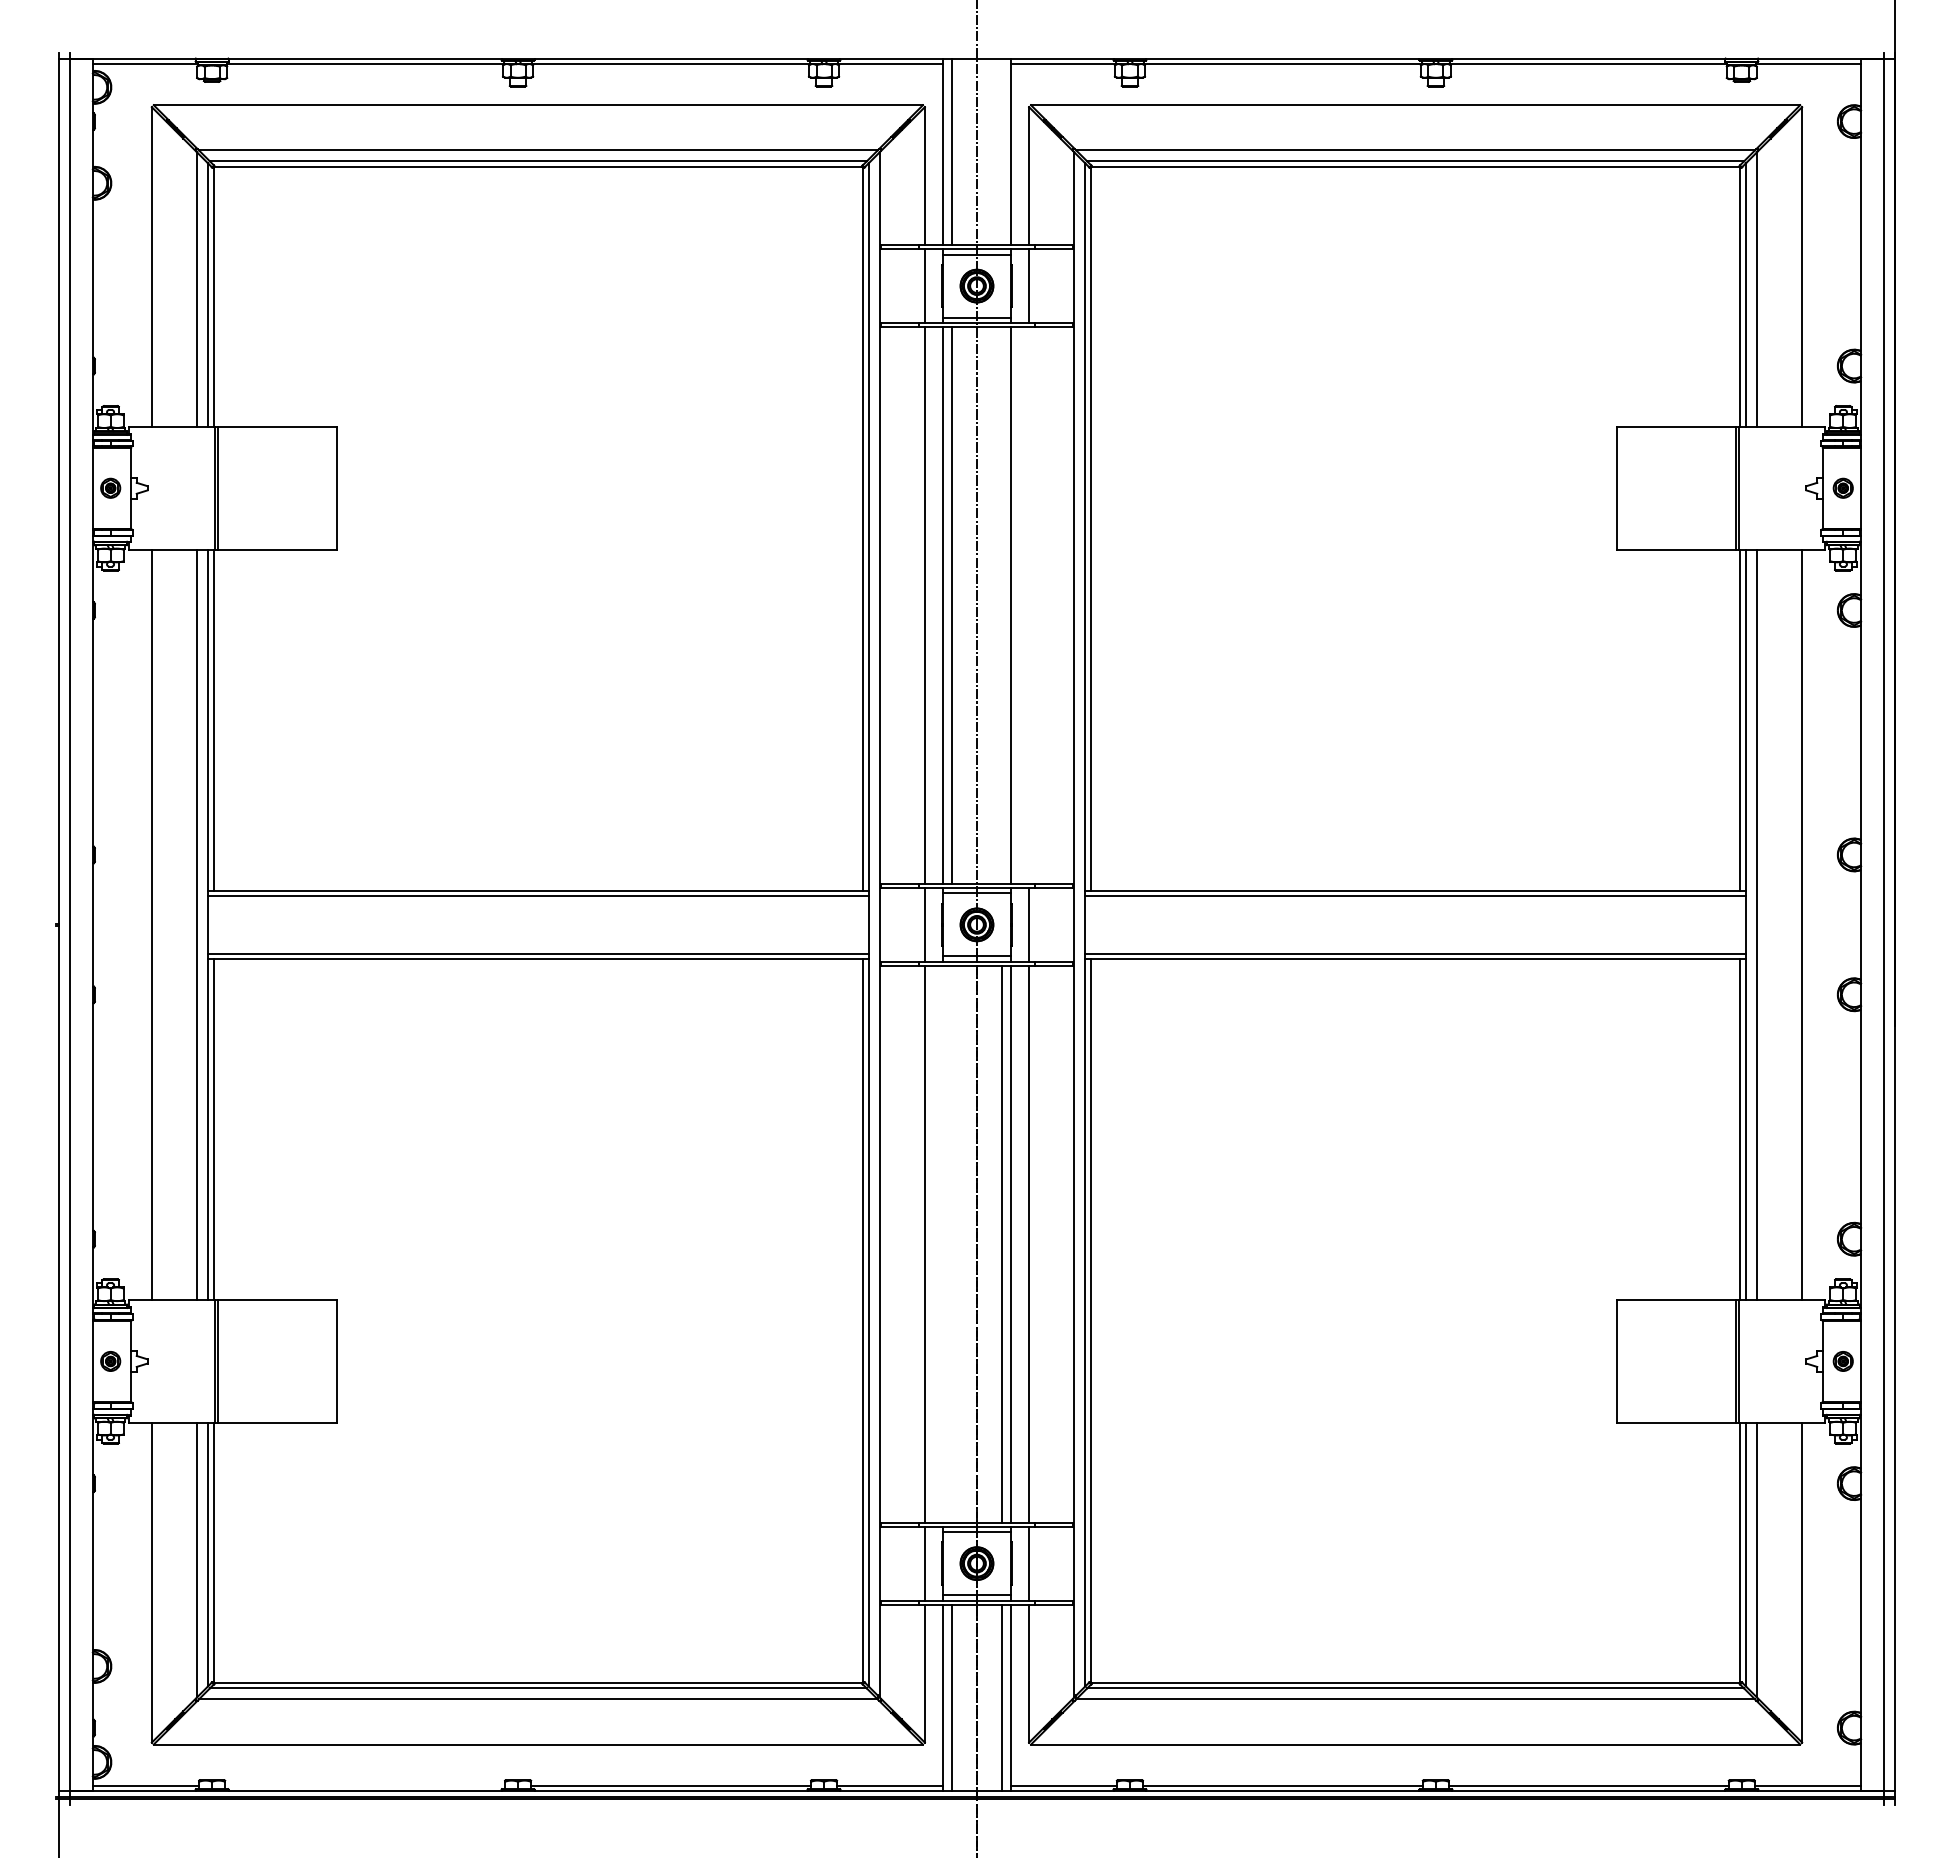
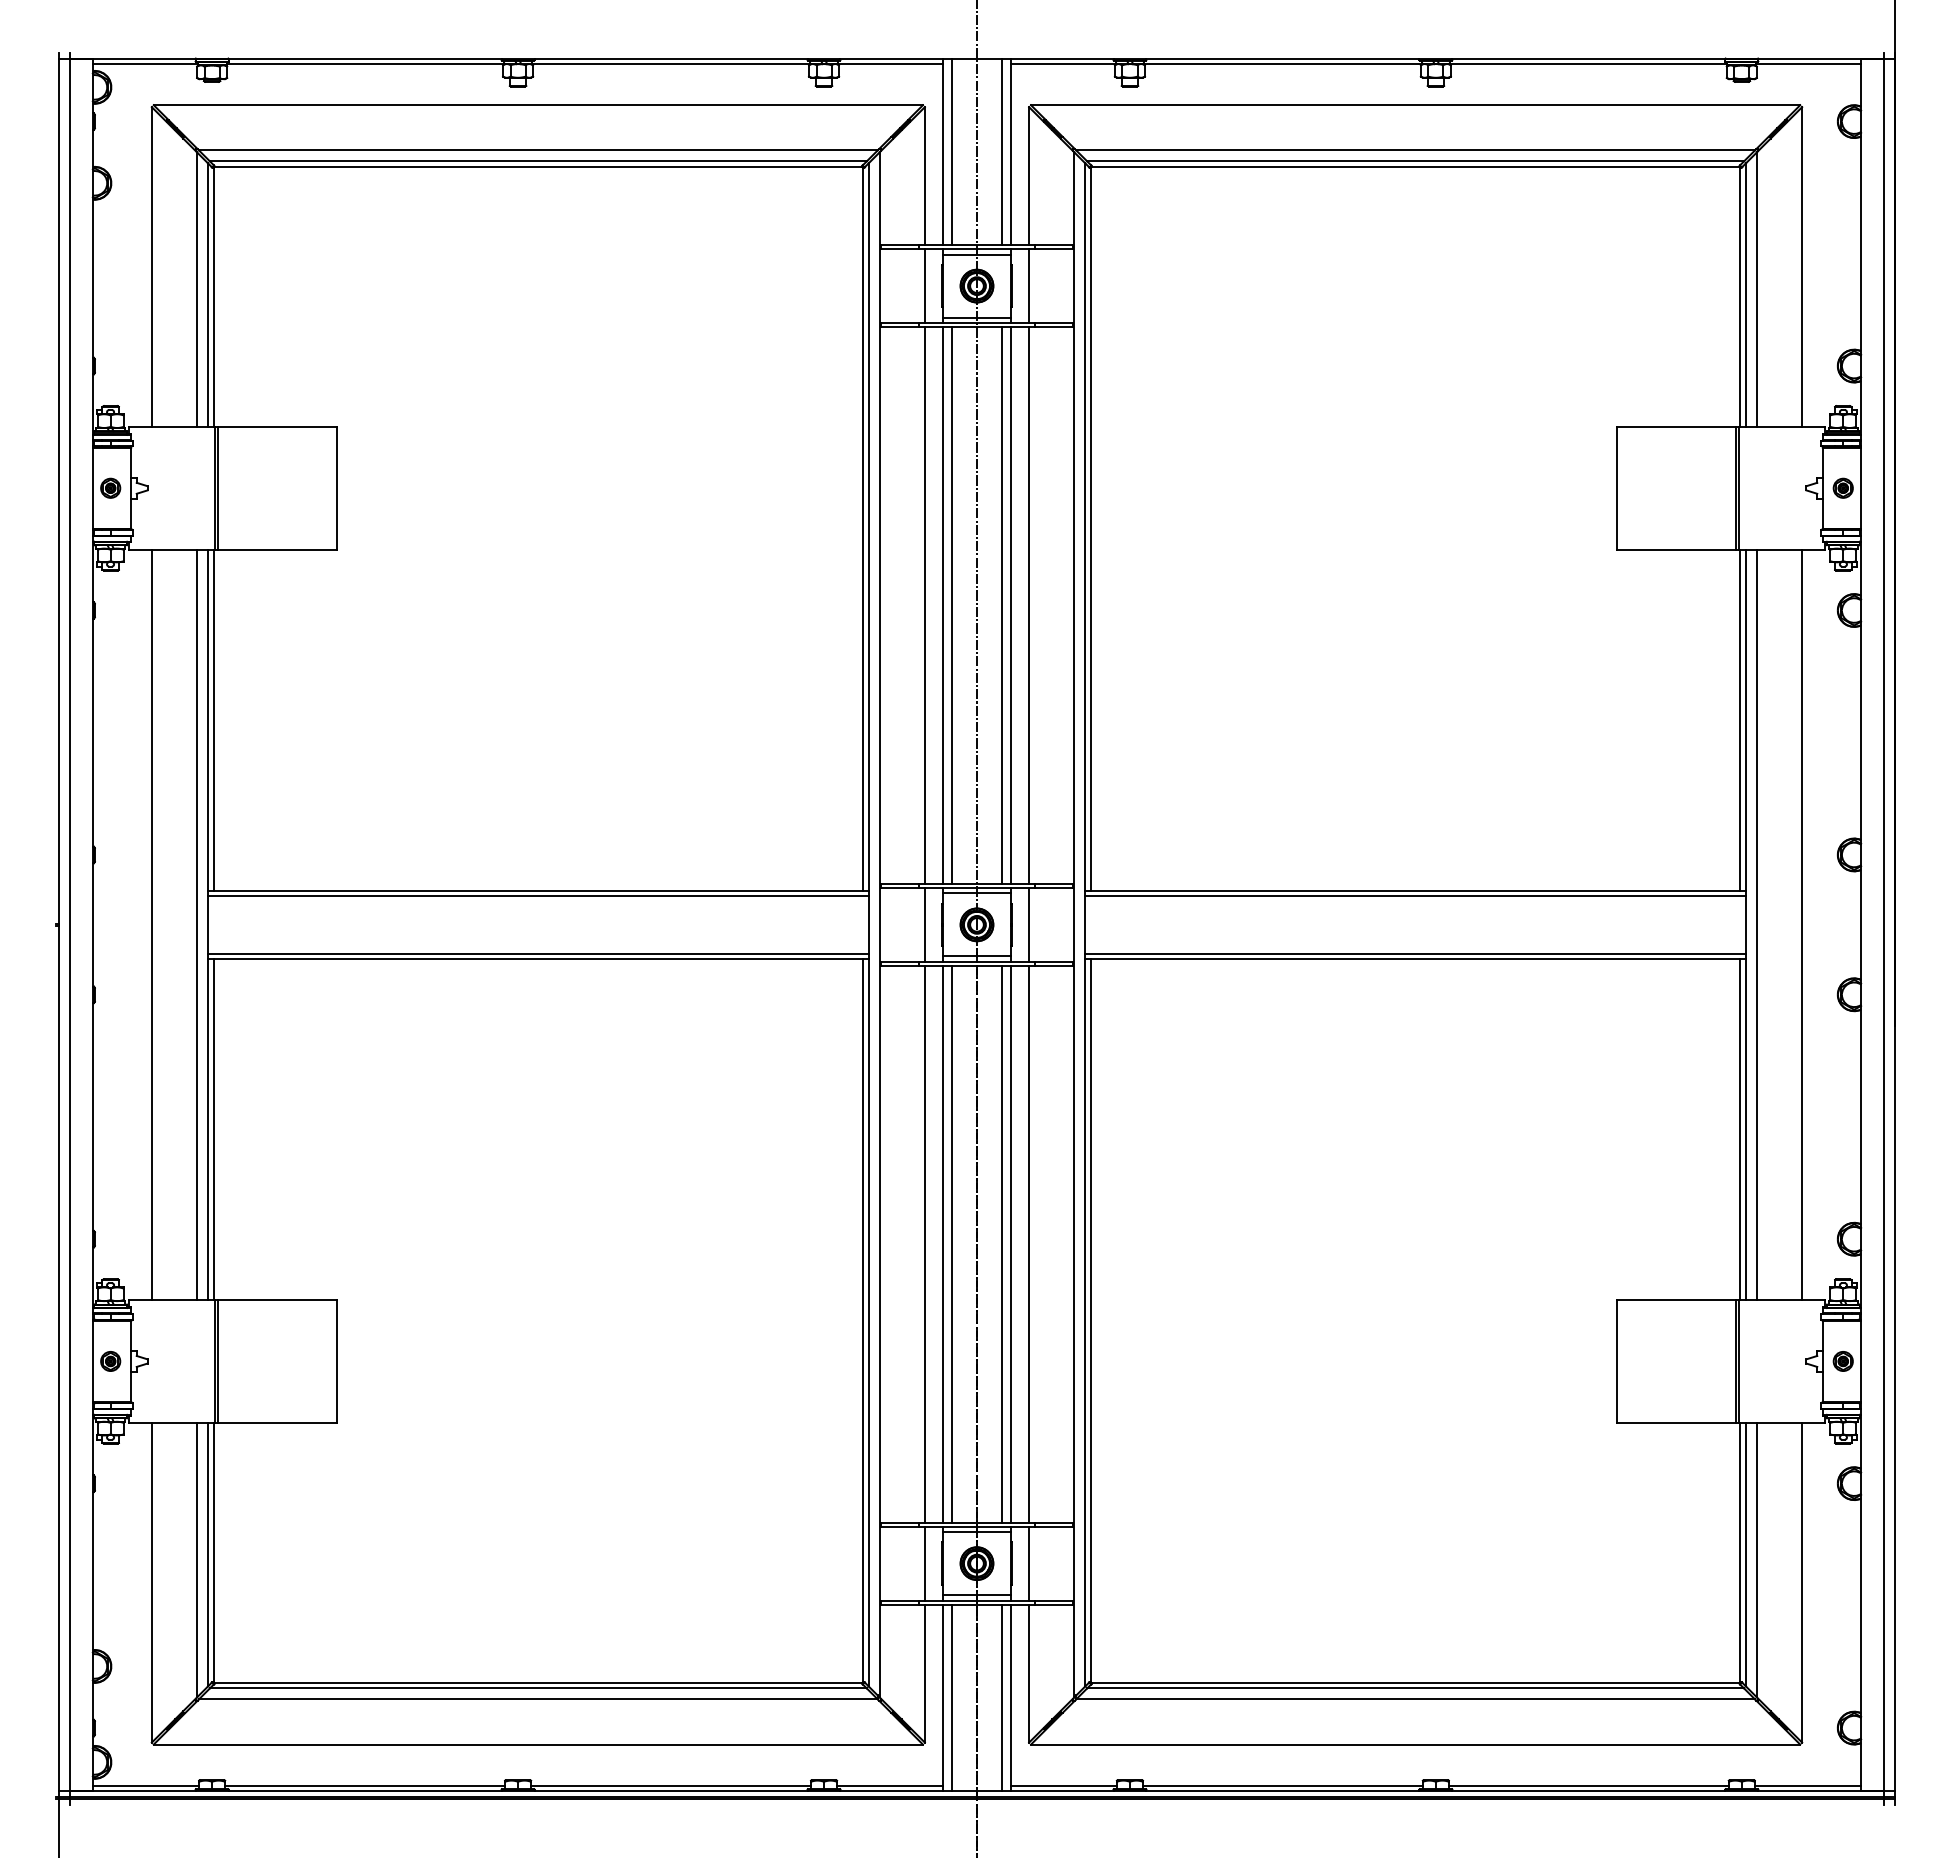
line at (1001, 151): none -> present
line at (1001, 605): none -> present
line at (1029, 605): none -> present
line at (942, 1244): none -> present
line at (952, 1244): none -> present
line at (365, 1785): none -> present
